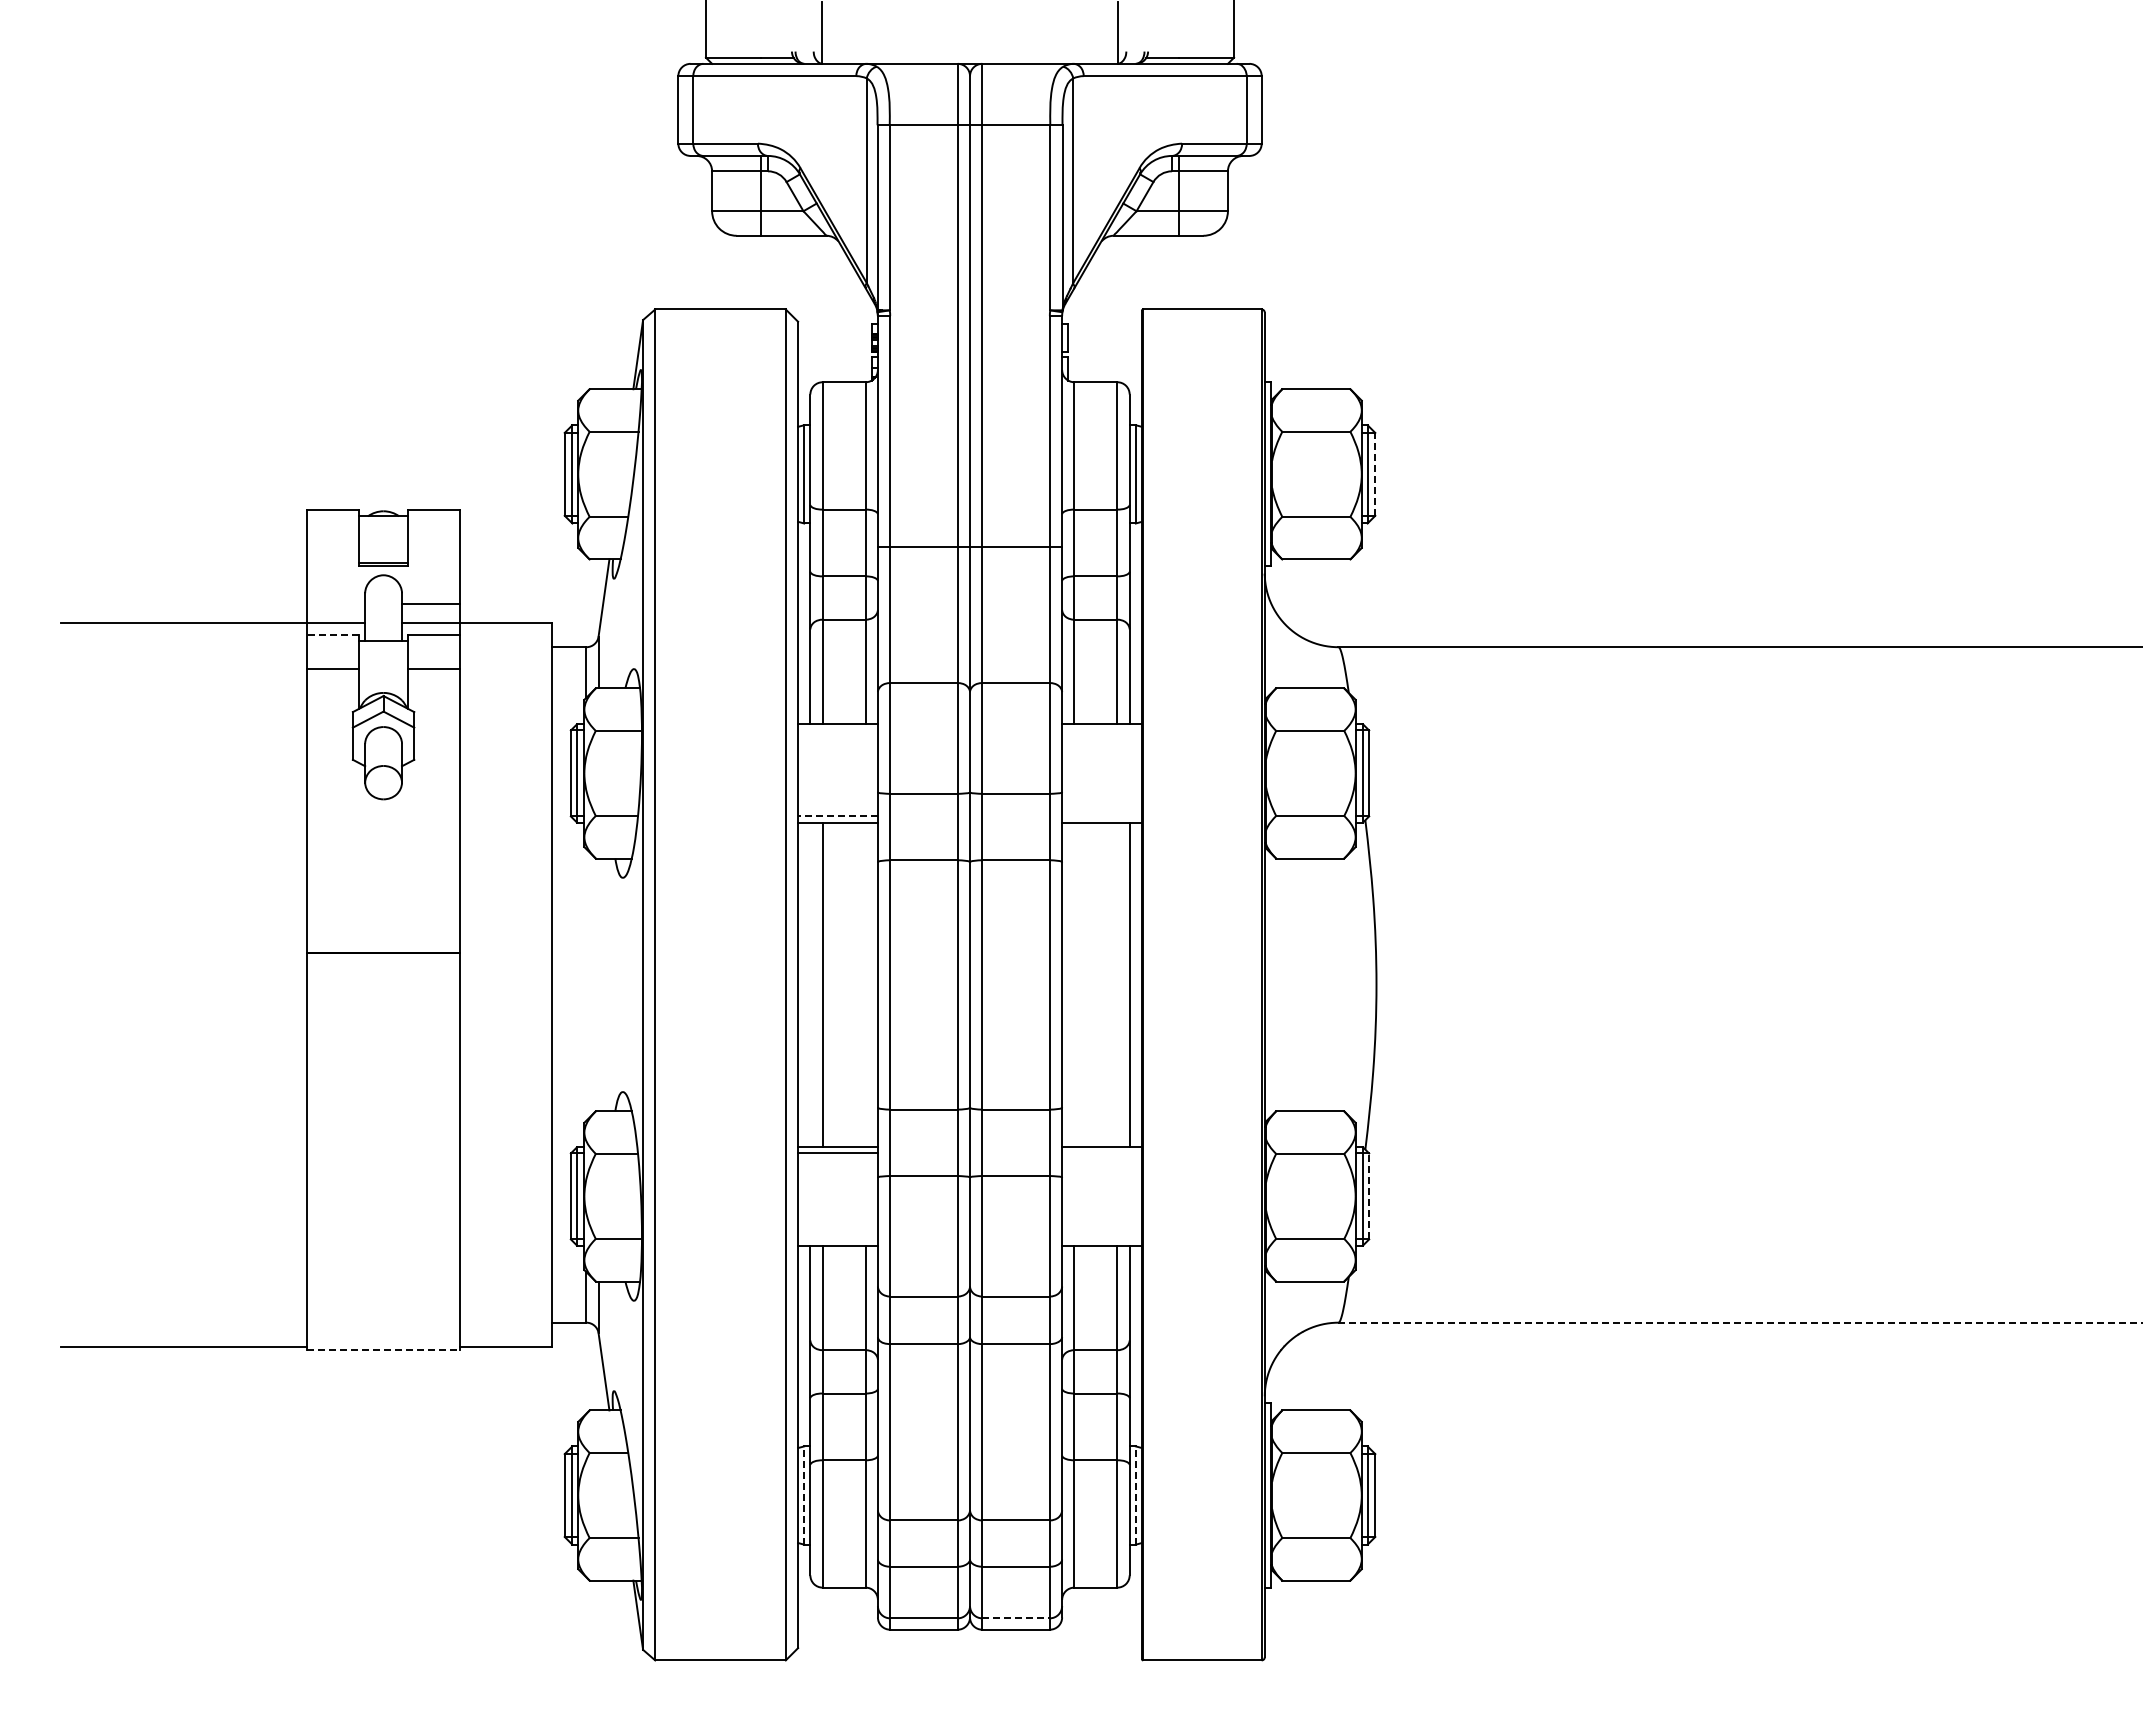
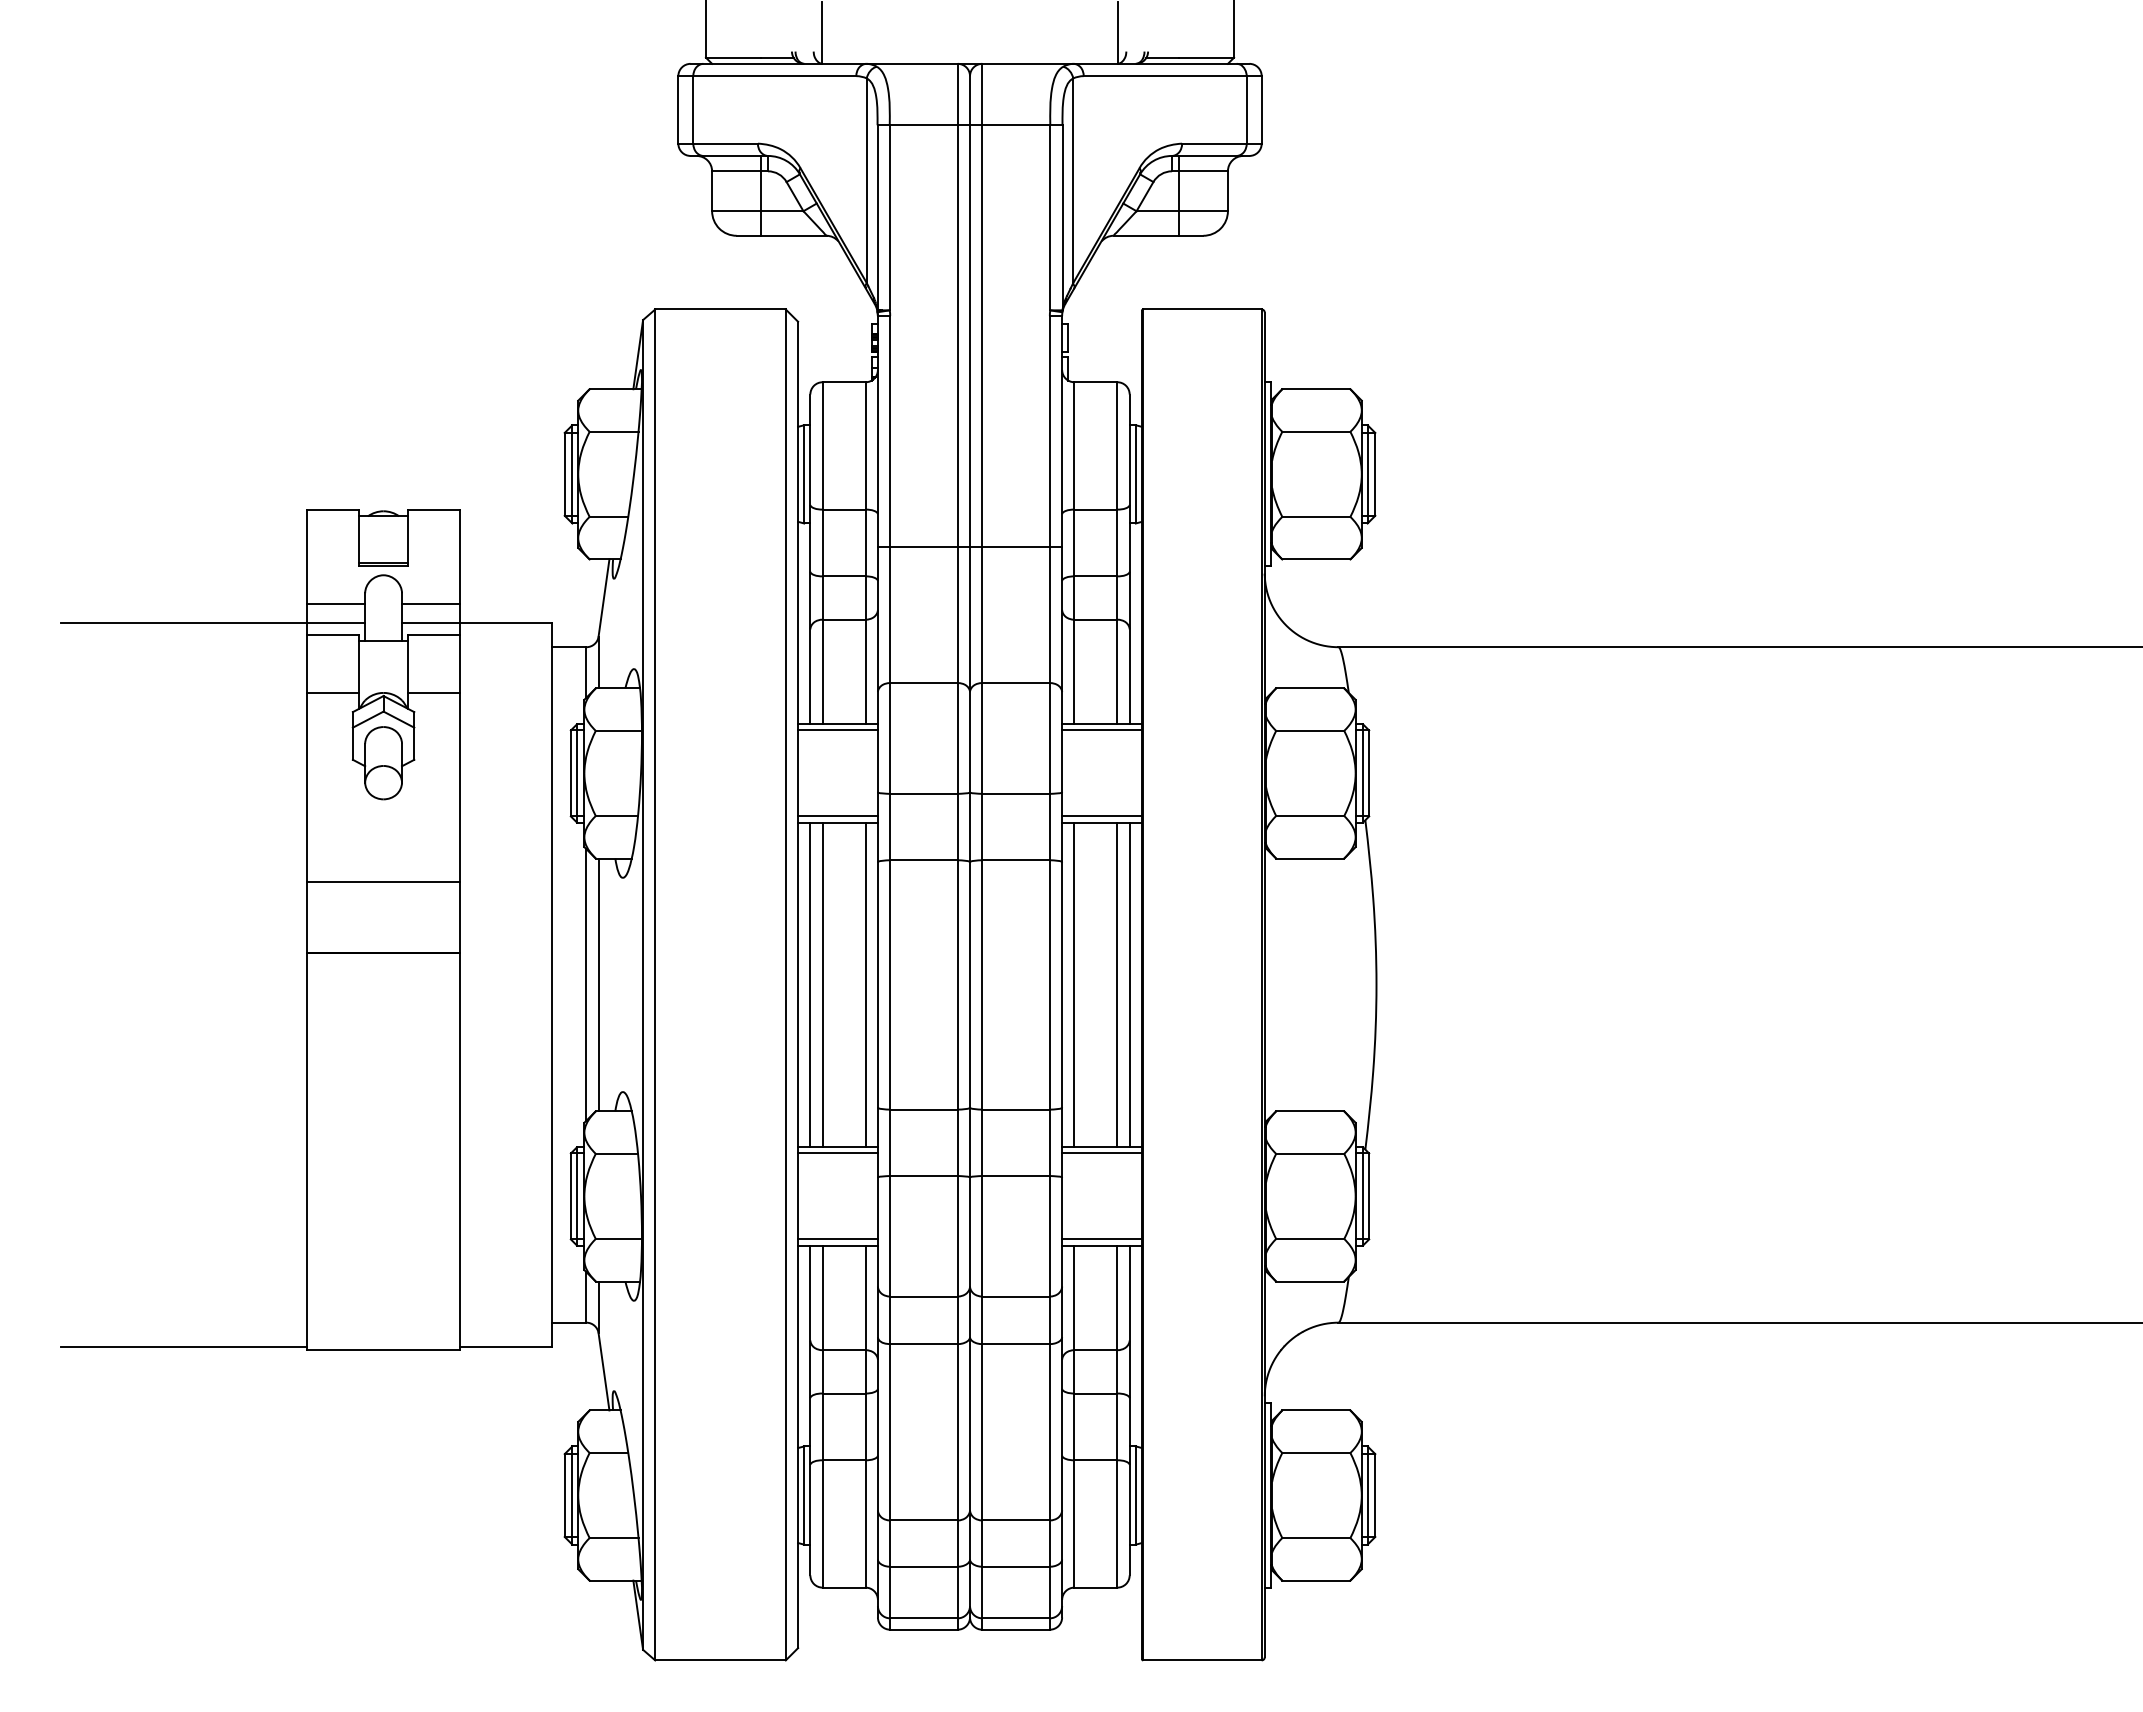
line at (1375, 473): dashed -> solid
line at (335, 603): none -> present
line at (332, 634): dashed -> solid
line at (332, 669) position: (332, 669) -> (332, 693)
line at (434, 669) position: (434, 669) -> (434, 693)
line at (837, 730): none -> present
line at (1101, 730): none -> present
line at (838, 816): dashed -> solid
line at (1101, 816): none -> present
line at (383, 882): none -> present
line at (586, 984): none -> present
line at (598, 984): none -> present
line at (810, 984): none -> present
line at (865, 984): none -> present
line at (1074, 984): none -> present
line at (1117, 984): none -> present
line at (1101, 1153): none -> present
line at (1369, 1196): dashed -> solid
line at (837, 1239): none -> present
line at (1101, 1239): none -> present
line at (1740, 1322): dashed -> solid
line at (383, 1350): dashed -> solid
line at (804, 1495): dashed -> solid
line at (1135, 1495): dashed -> solid
line at (1016, 1618): dashed -> solid
